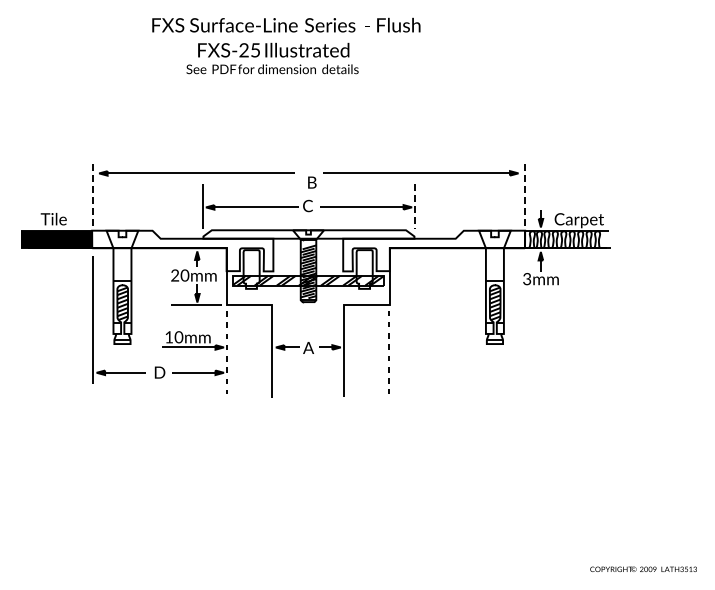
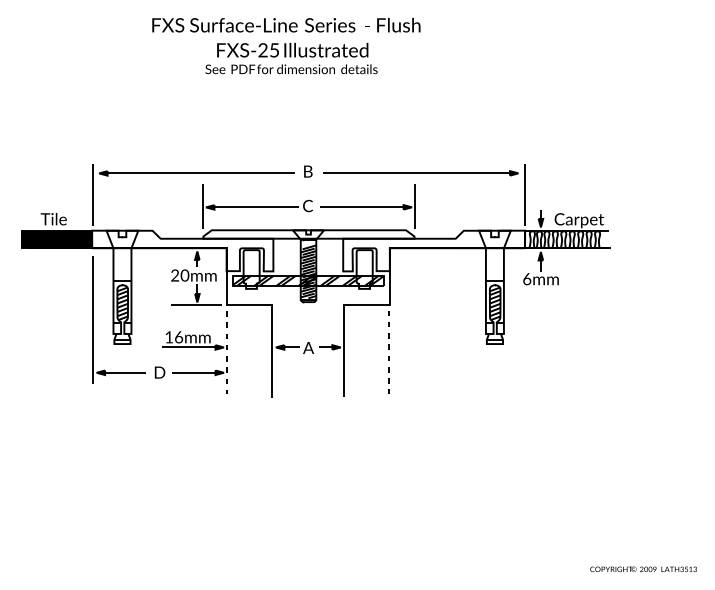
text at (272, 58) position: (272, 58) -> (291, 58)
text at (312, 182) position: (312, 182) -> (308, 171)
line at (92, 195): dashed -> solid
line at (524, 195): dashed -> solid
line at (414, 206): dashed -> solid
text at (527, 278): 3mm -> 6mm
text at (178, 336): 10mm -> 16mm
